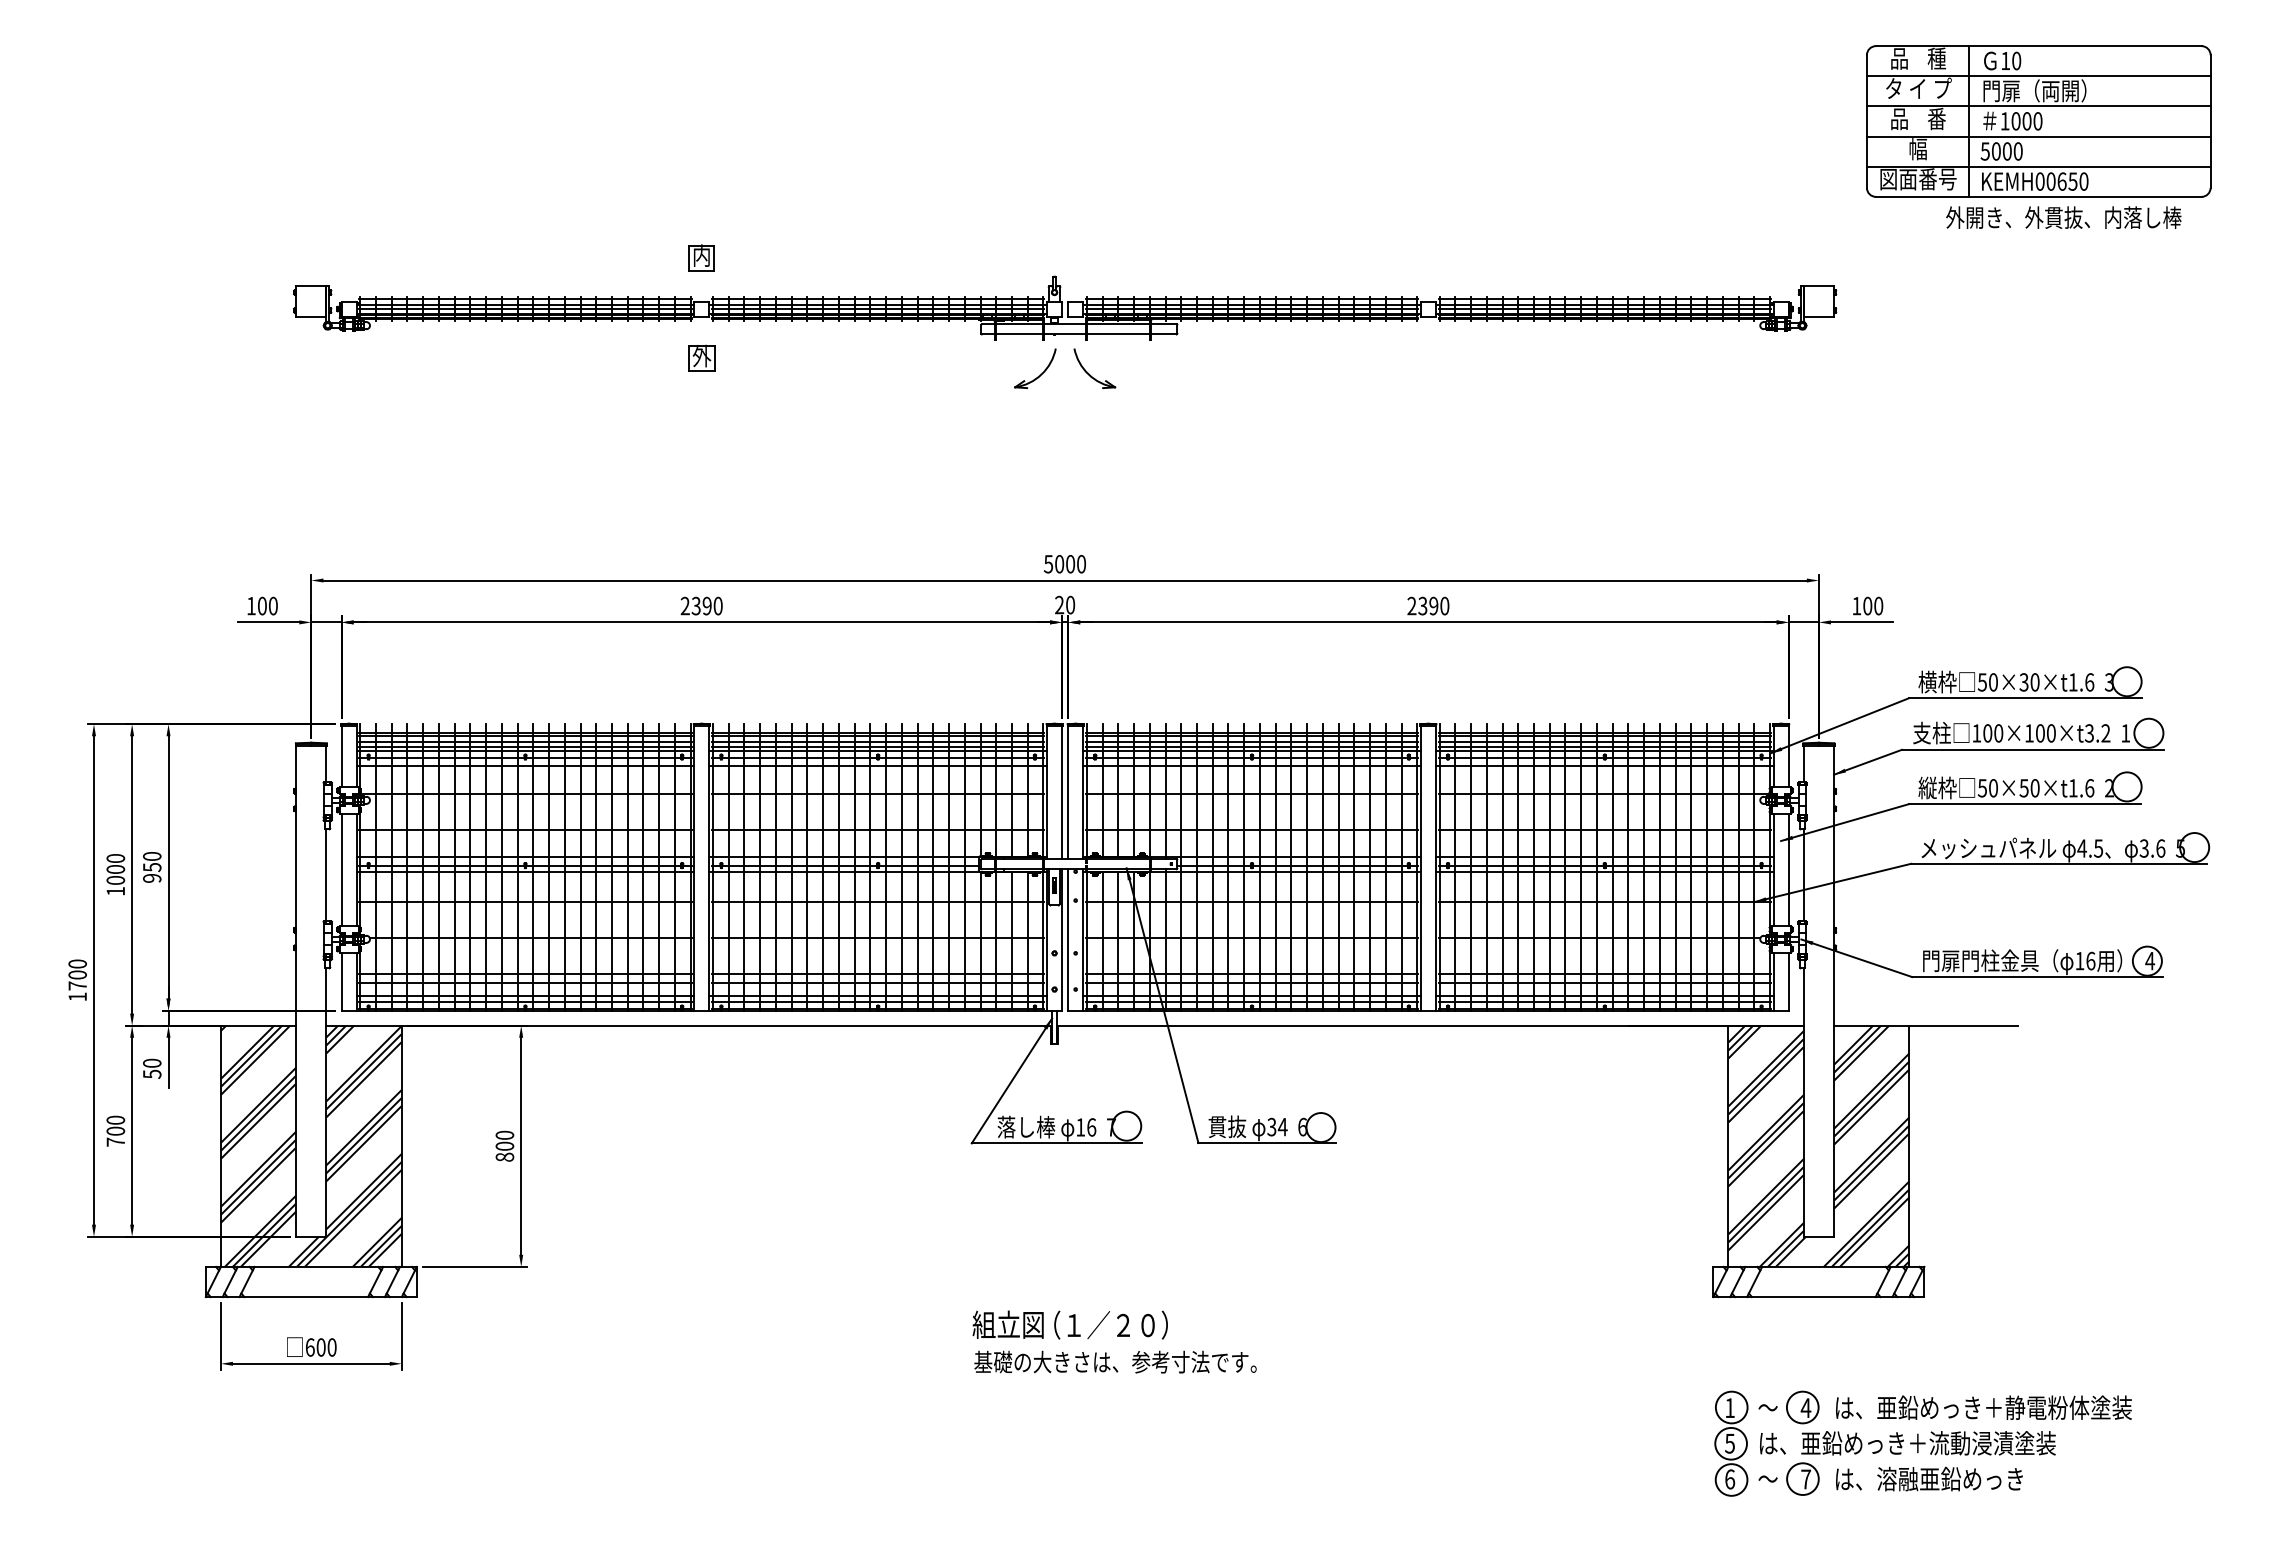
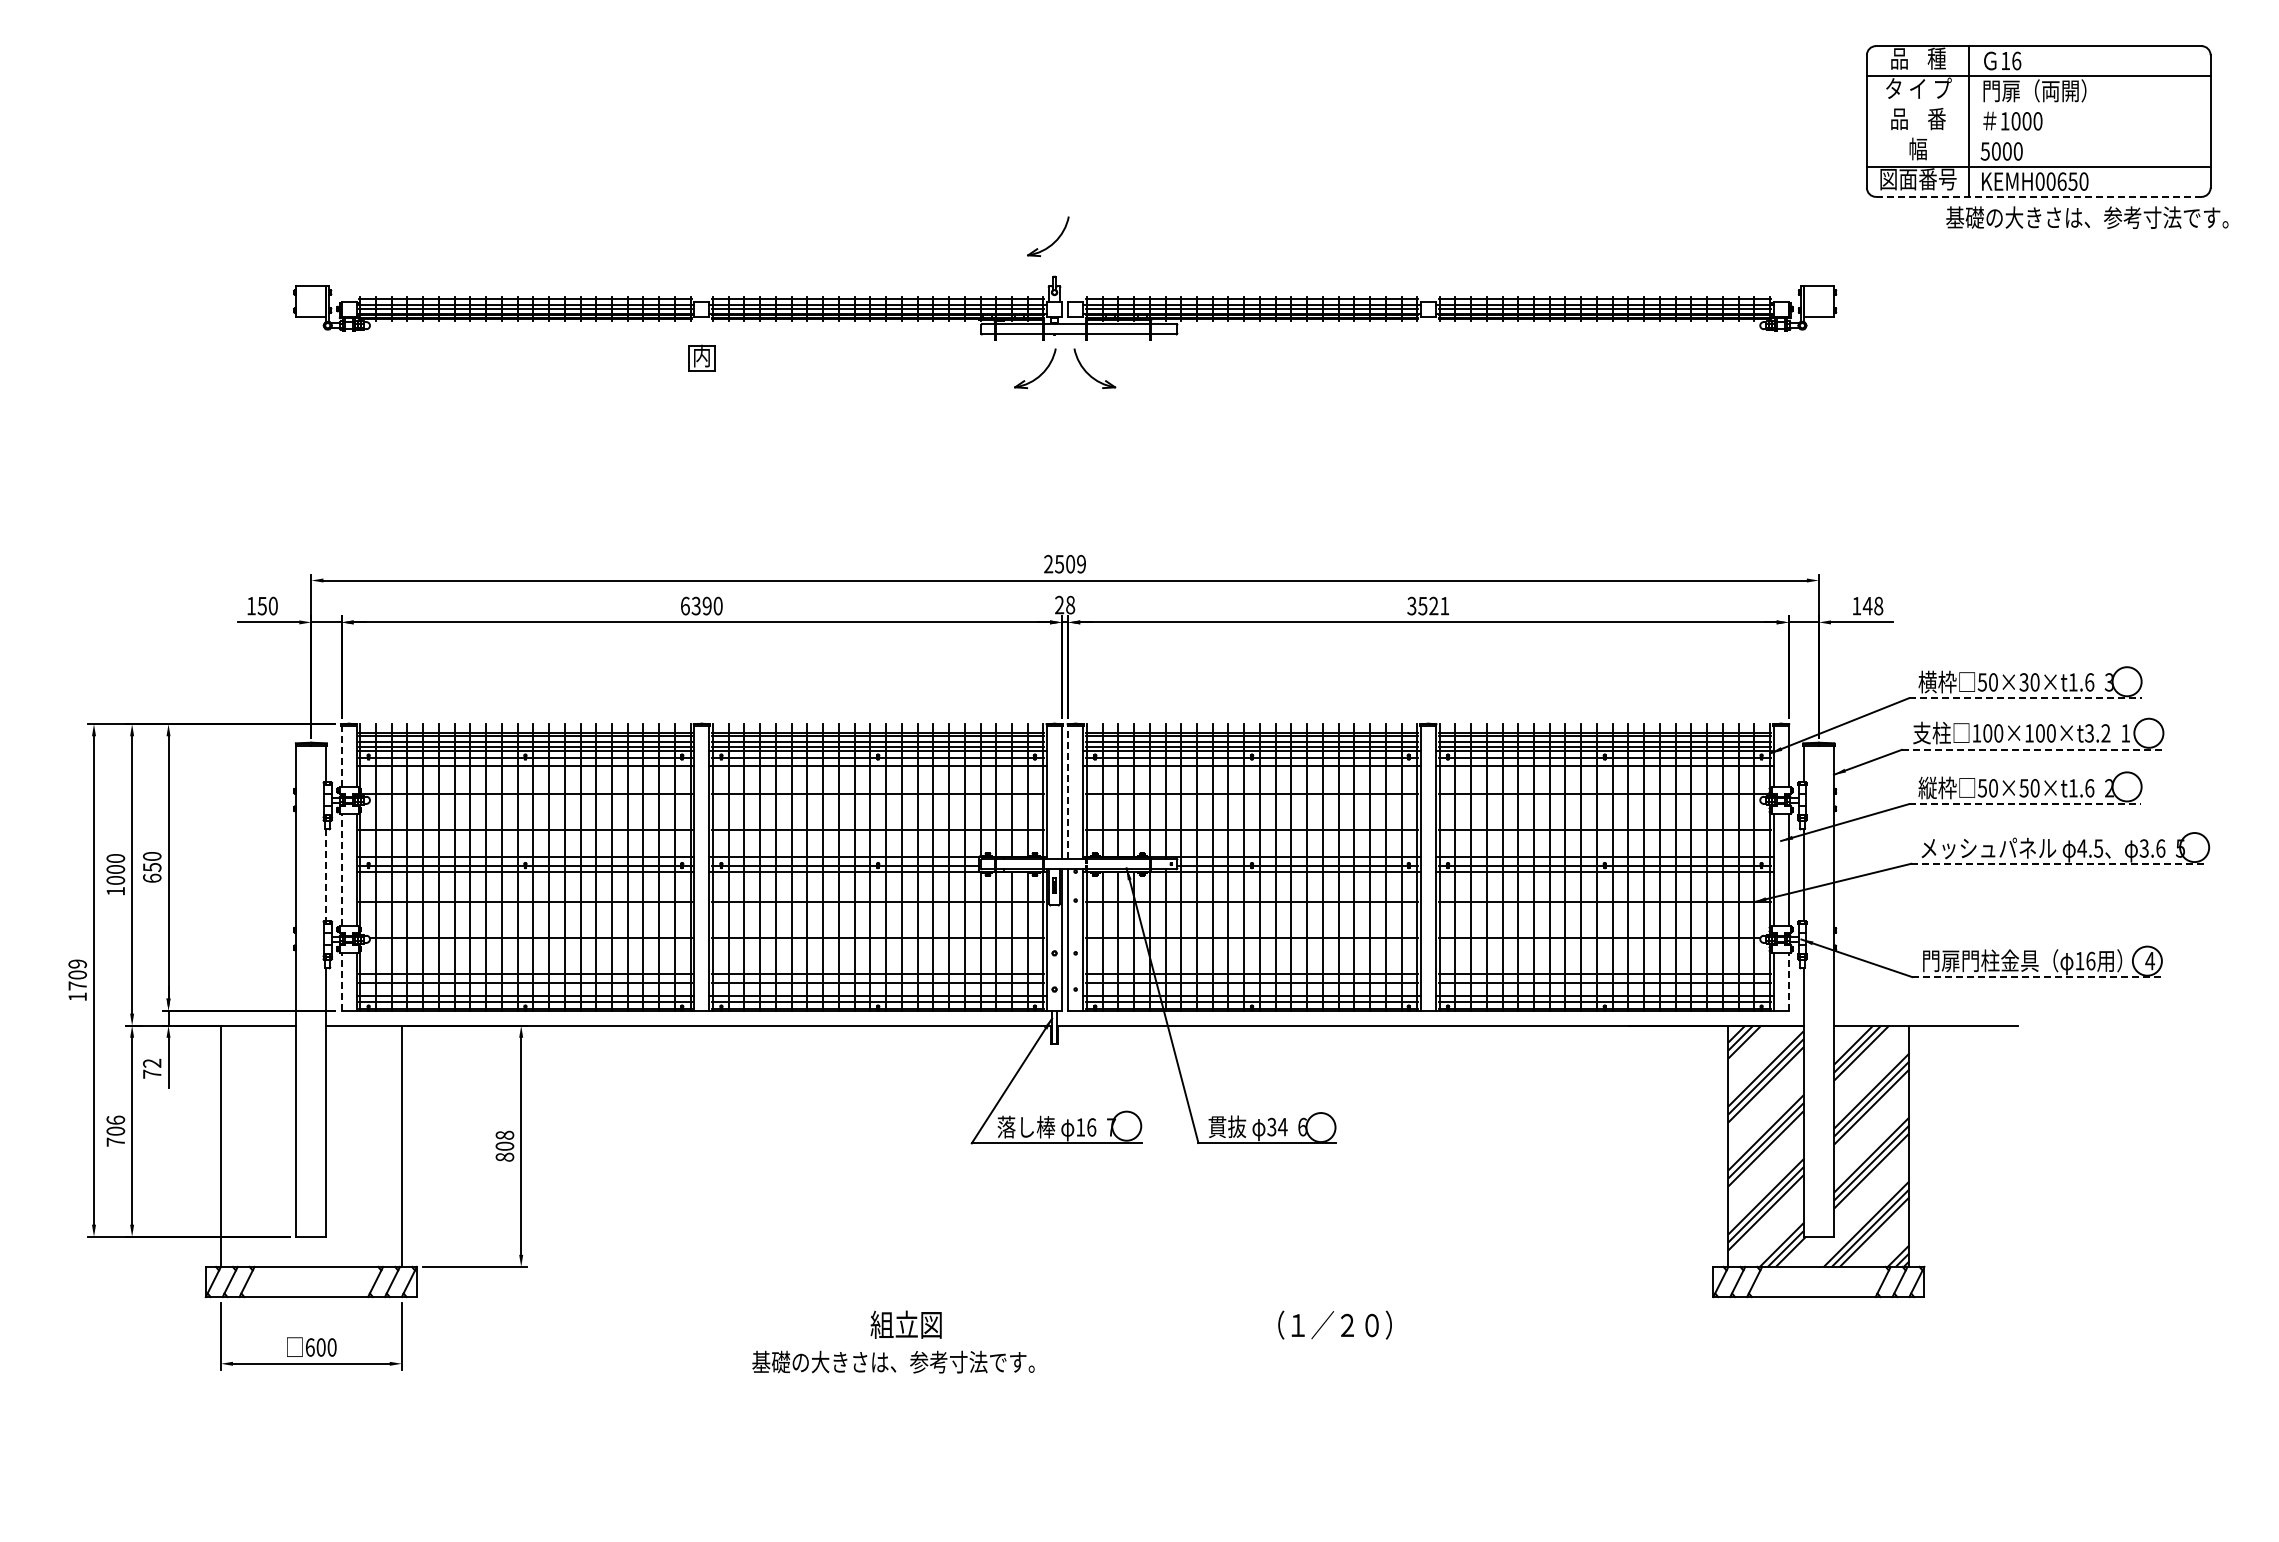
text at (2016, 60): 10 -> 16
line at (2038, 106): present -> none
line at (2038, 136): present -> none
line at (2038, 196): solid -> dashed
text at (2087, 217): 外開き、外貫抜、内落し棒 -> 基礎の大きさは、参考寸法です。
part at (1051, 243): none -> present
part at (701, 257): present -> none
text at (701, 355): 外 -> 内
text at (1064, 563): 5000 -> 2509
text at (261, 605): 100 -> 150
text at (684, 605): 2390 -> 6390
text at (1070, 605): 20 -> 28
text at (1428, 605): 2390 -> 3521
text at (1872, 605): 100 -> 148
line at (2025, 698): solid -> dashed
line at (2032, 749): solid -> dashed
line at (341, 756): solid -> dashed
line at (1068, 792): solid -> dashed
line at (2025, 804): solid -> dashed
line at (2058, 863): solid -> dashed
line at (341, 869): solid -> dashed
line at (326, 875): solid -> dashed
text at (152, 877): 950 -> 650
text at (77, 963): 1700 -> 1709
line at (2037, 977): solid -> dashed
line at (341, 981): solid -> dashed
line at (1788, 981): solid -> dashed
text at (152, 1068): 50 -> 72
text at (115, 1119): 700 -> 706
text at (504, 1134): 800 -> 808
hatch at (310, 1145): present -> none
text at (1007, 1324) position: (1007, 1324) -> (905, 1324)
text at (1110, 1324) position: (1110, 1324) -> (1334, 1324)
text at (1115, 1361) position: (1115, 1361) -> (893, 1361)
part at (1922, 1443): present -> none
